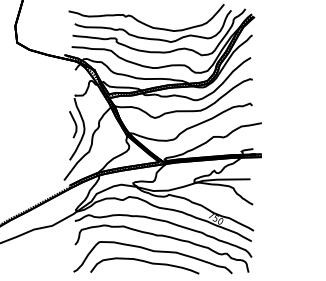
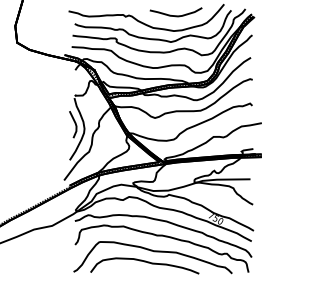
curve at (175, 15): none -> present
